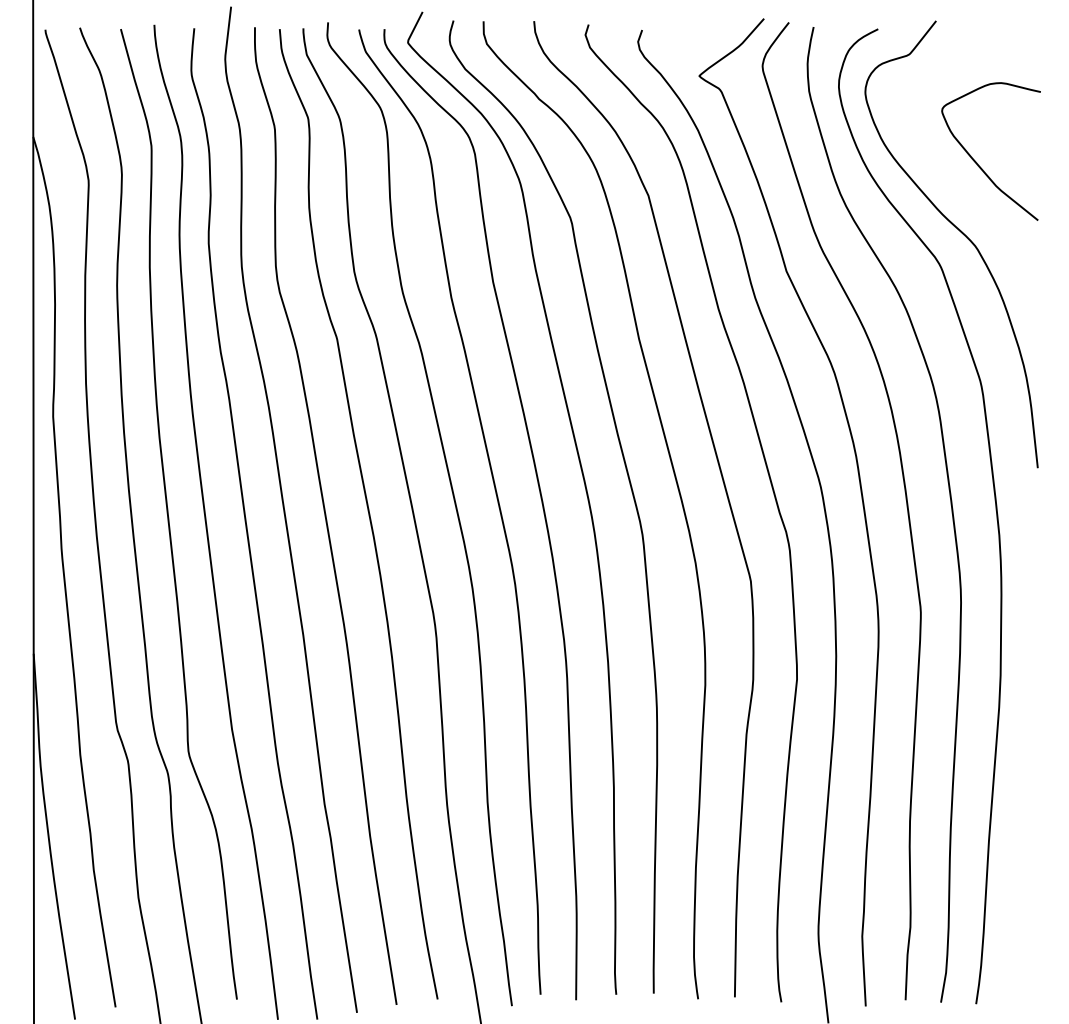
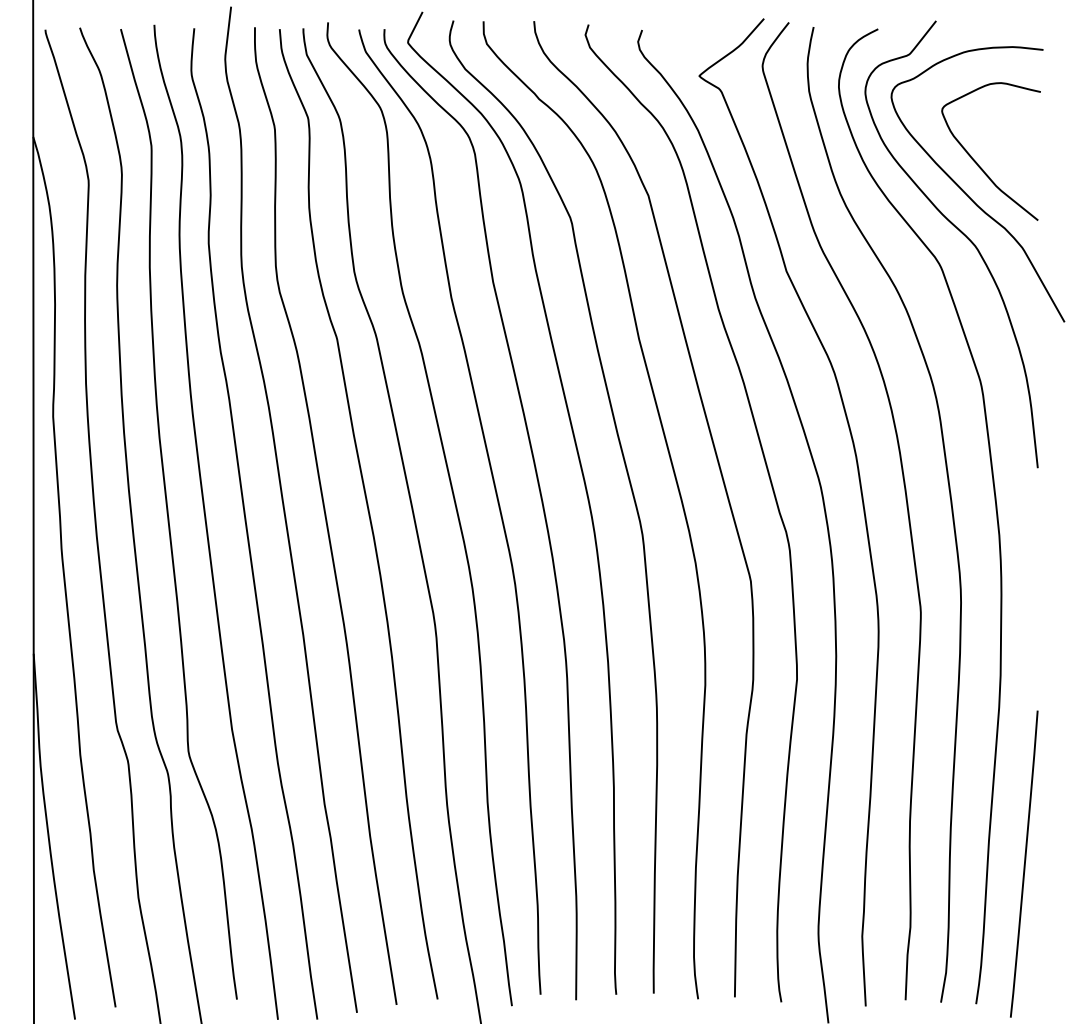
curve at (967, 194): none -> present
line at (1024, 863): none -> present
